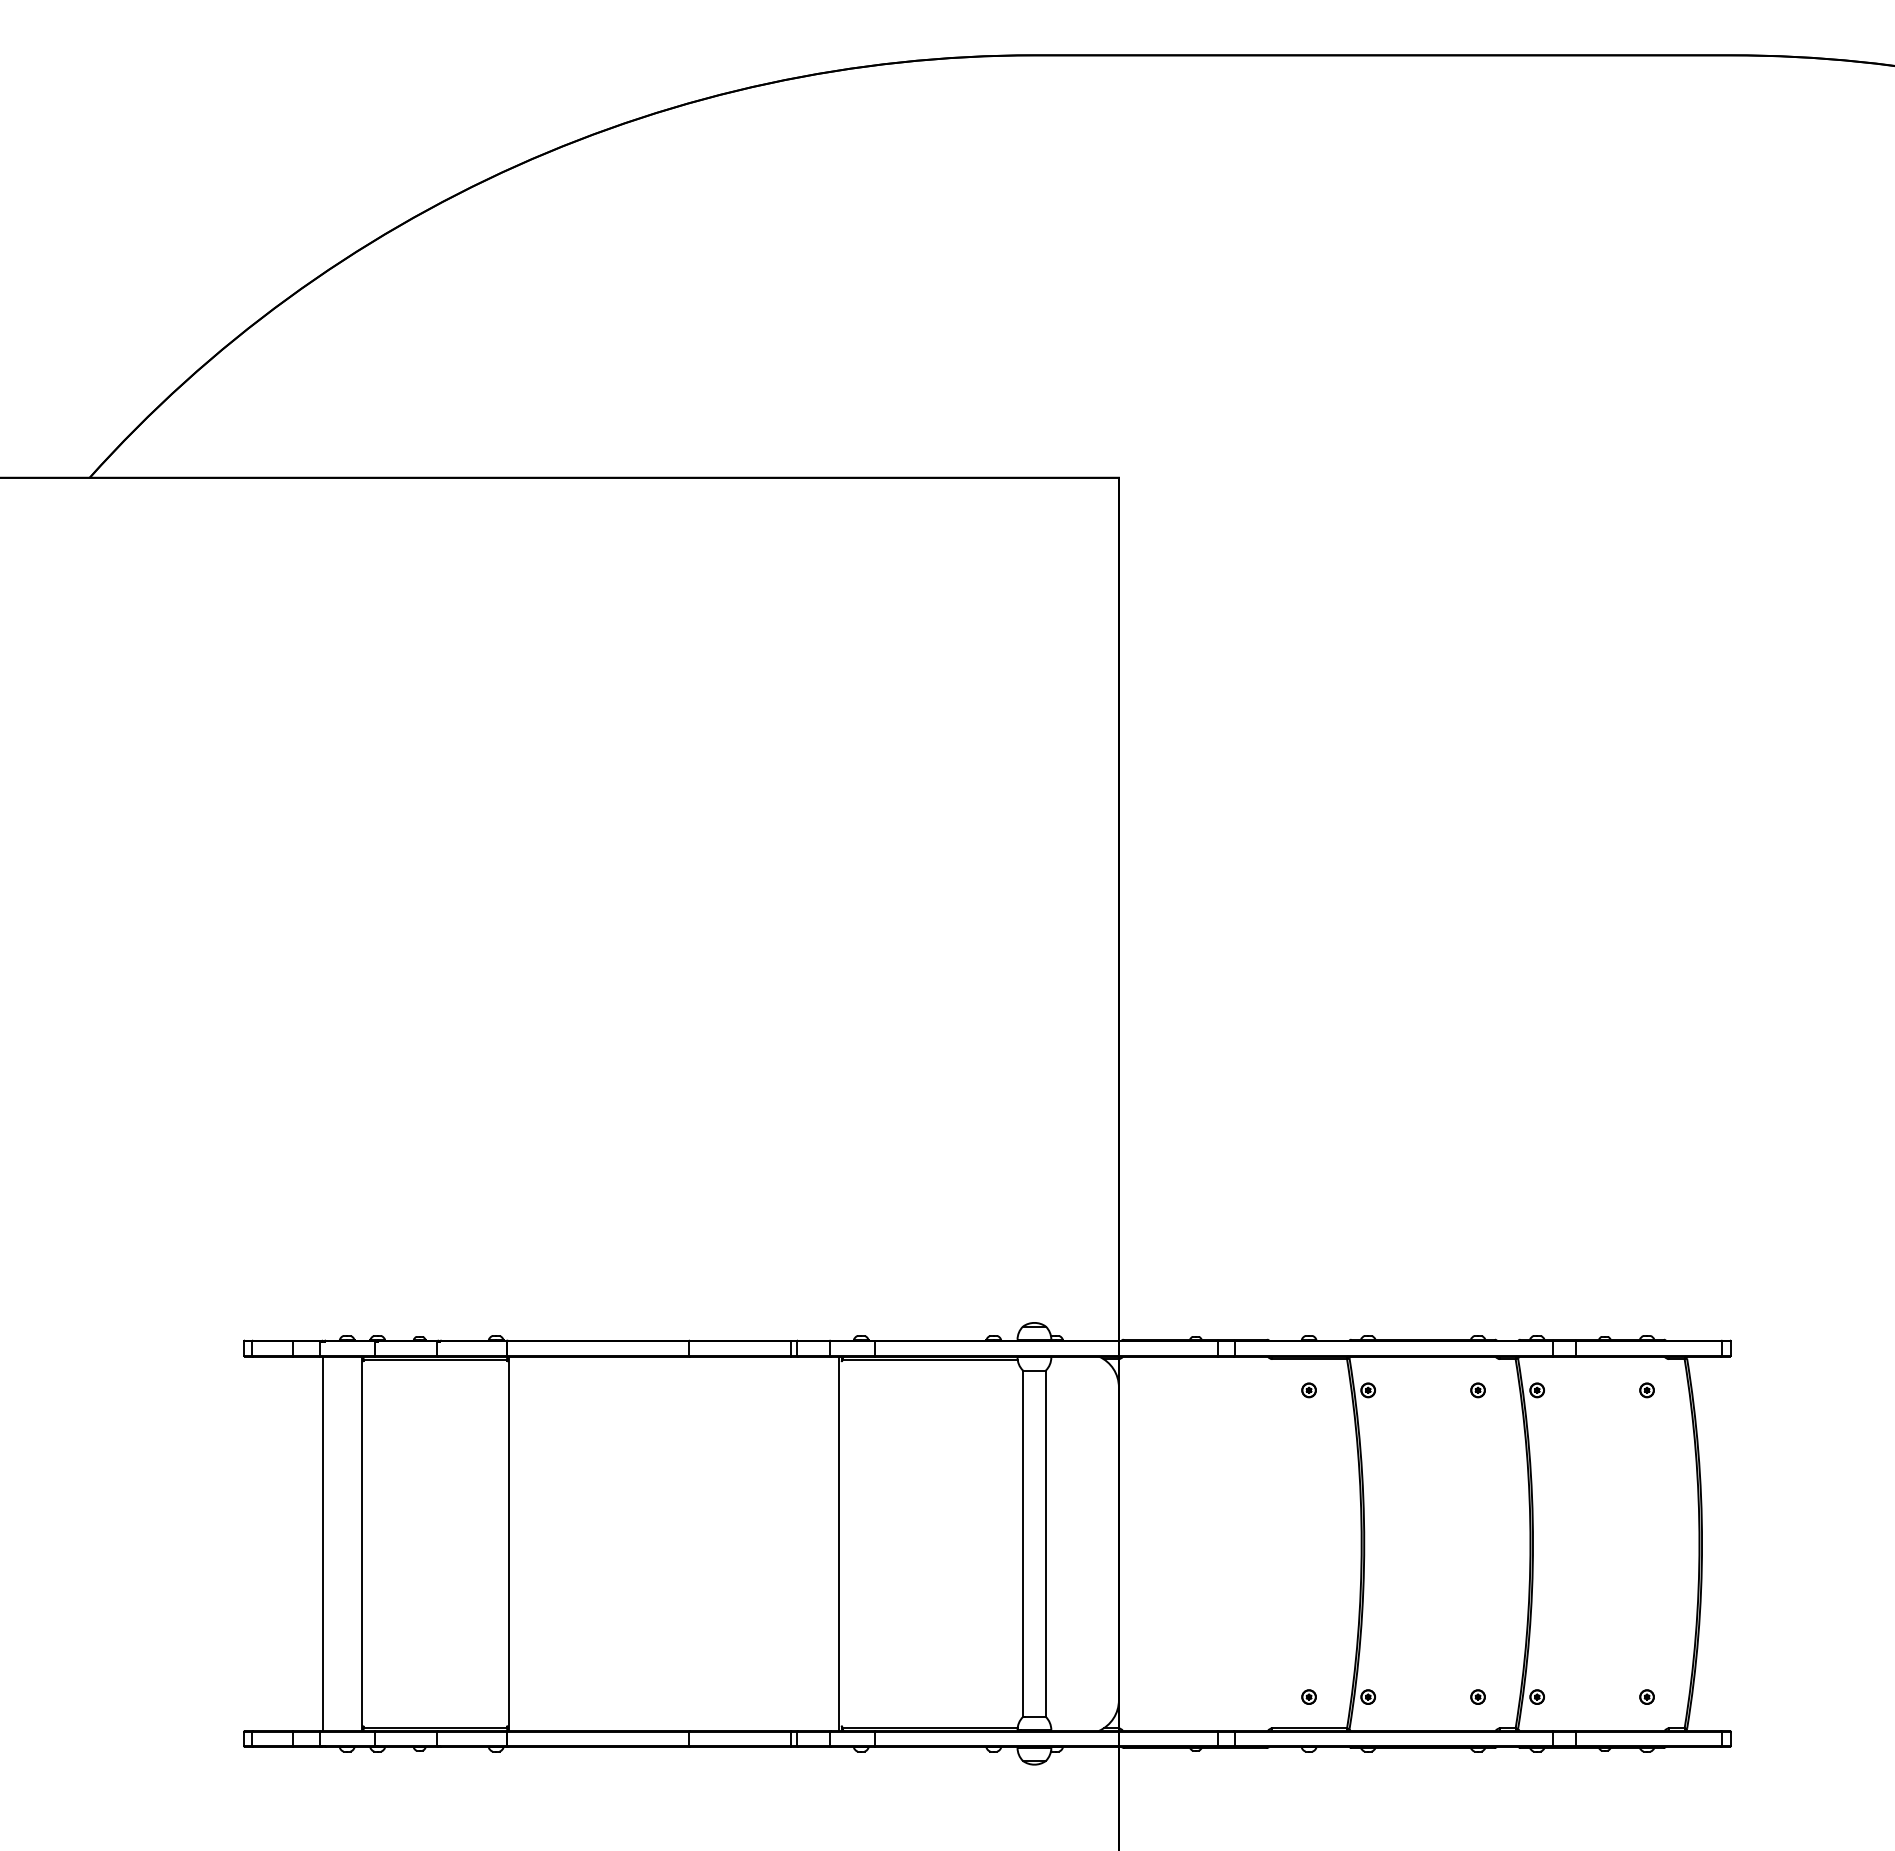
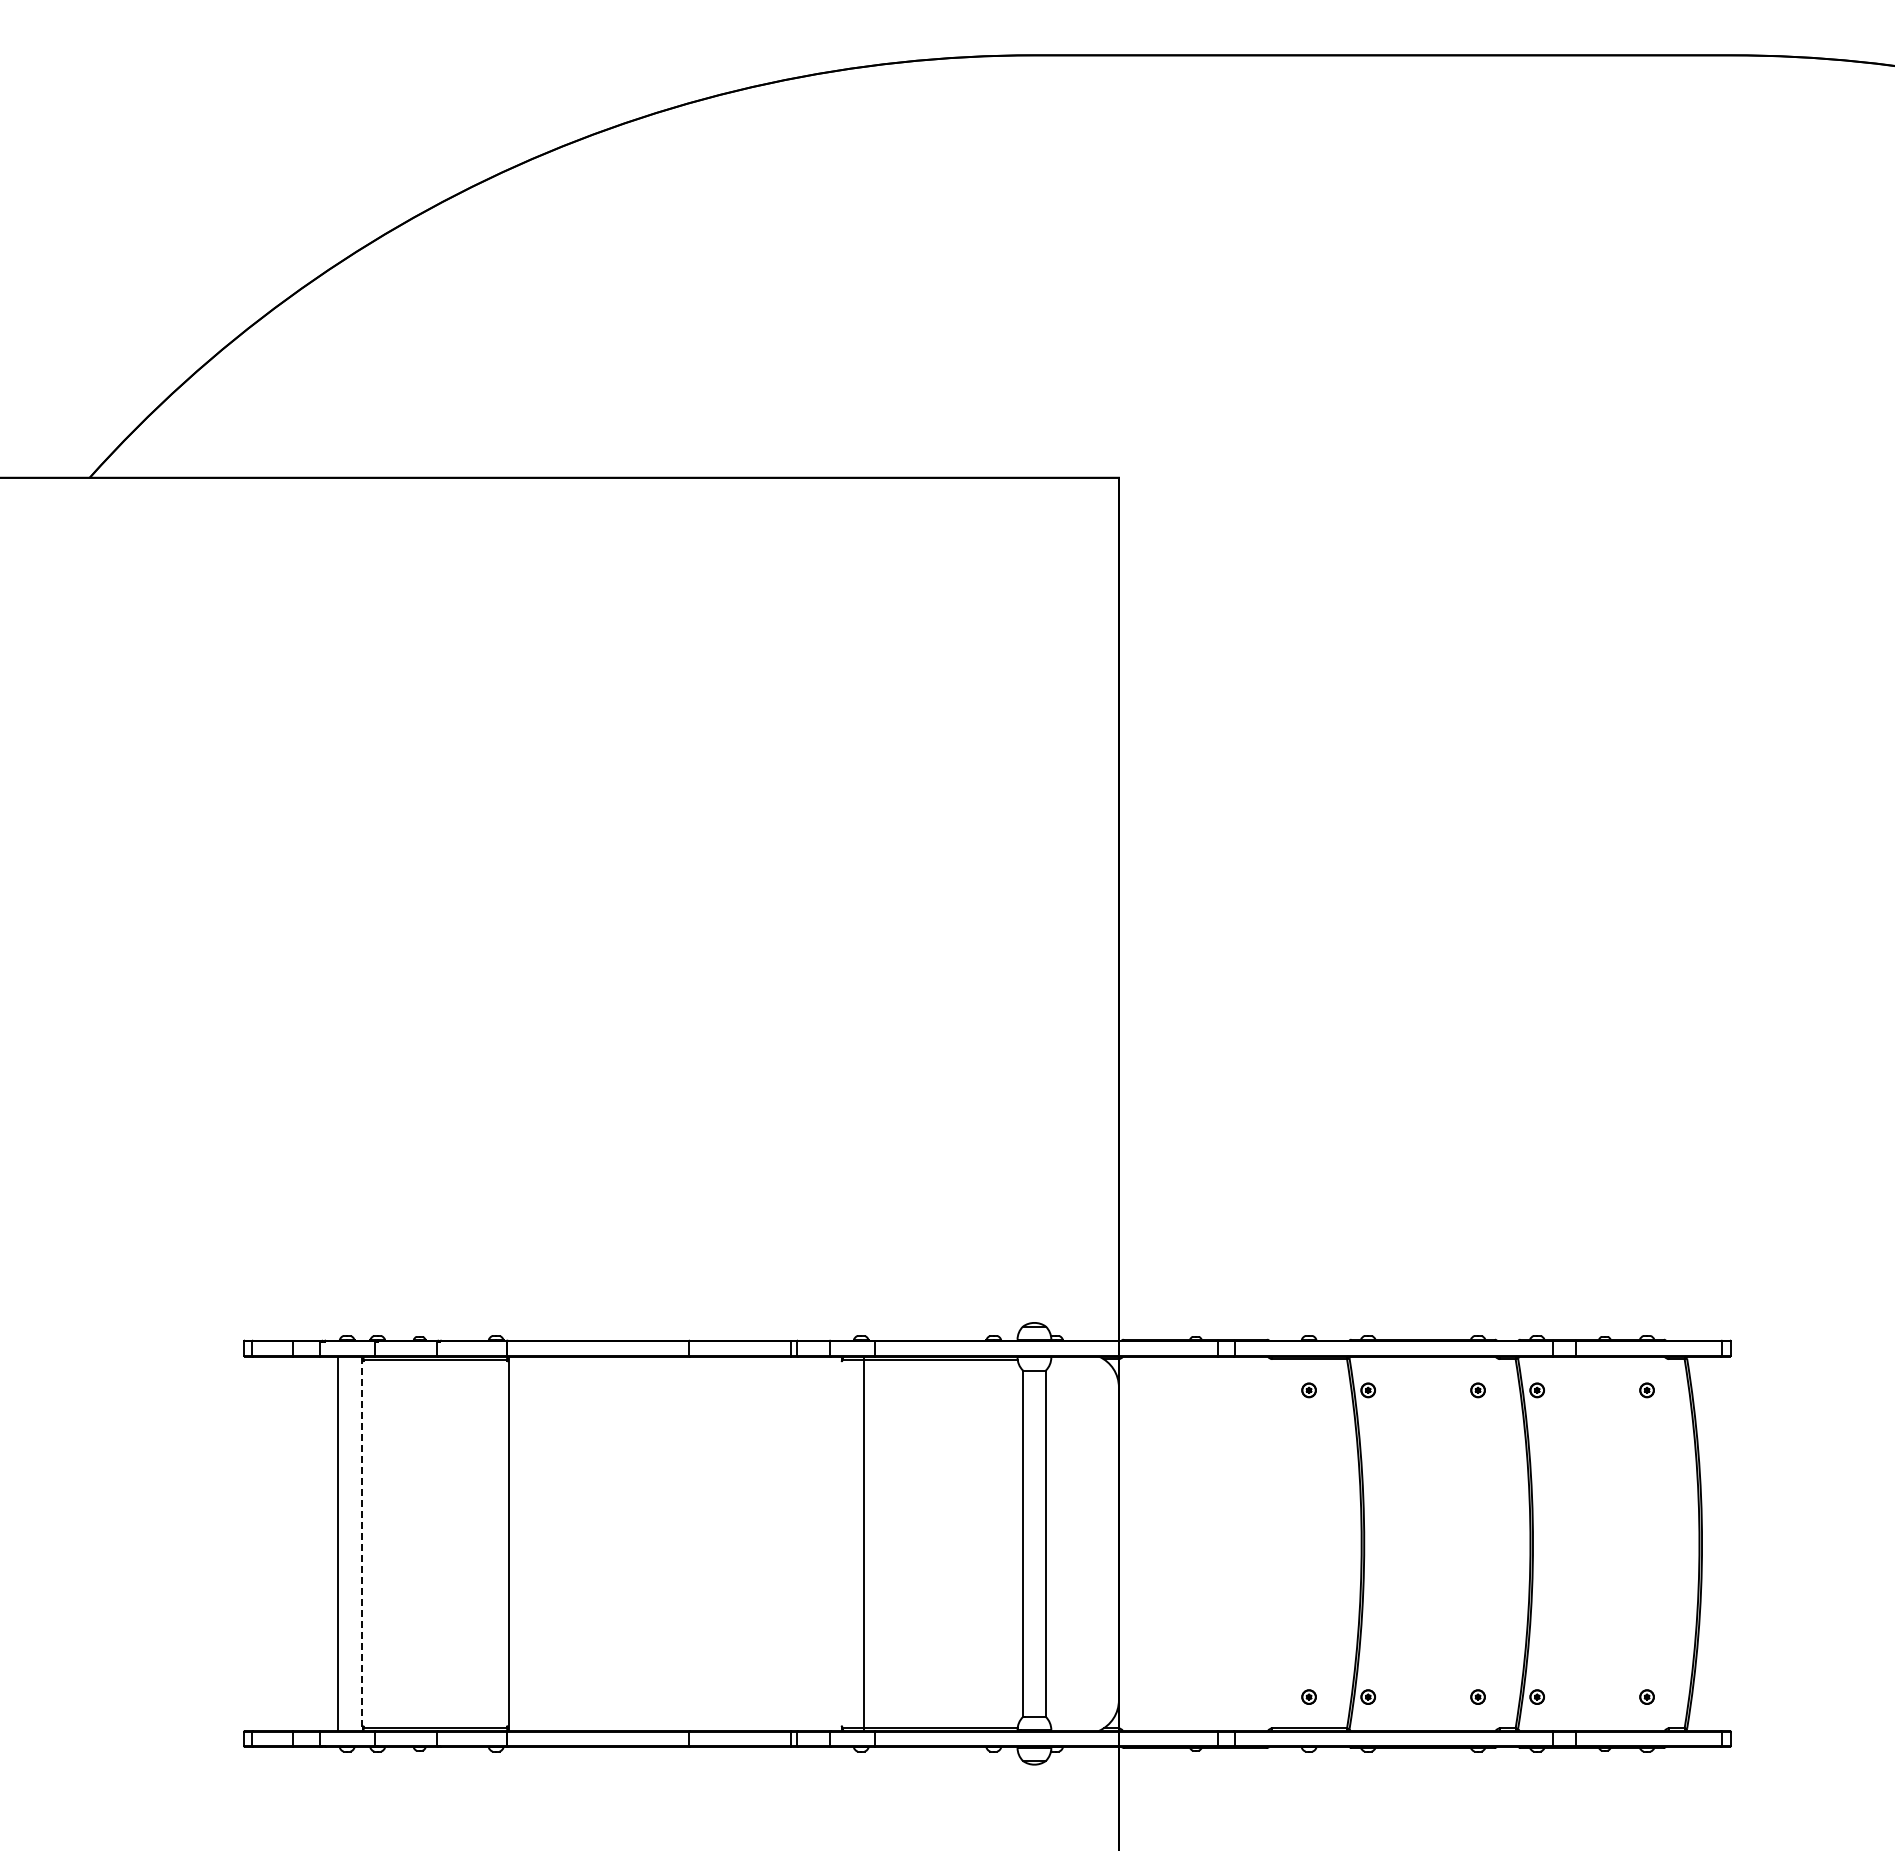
line at (323, 1543) position: (323, 1543) -> (338, 1543)
line at (839, 1543) position: (839, 1543) -> (864, 1543)
line at (361, 1544): solid -> dashed
